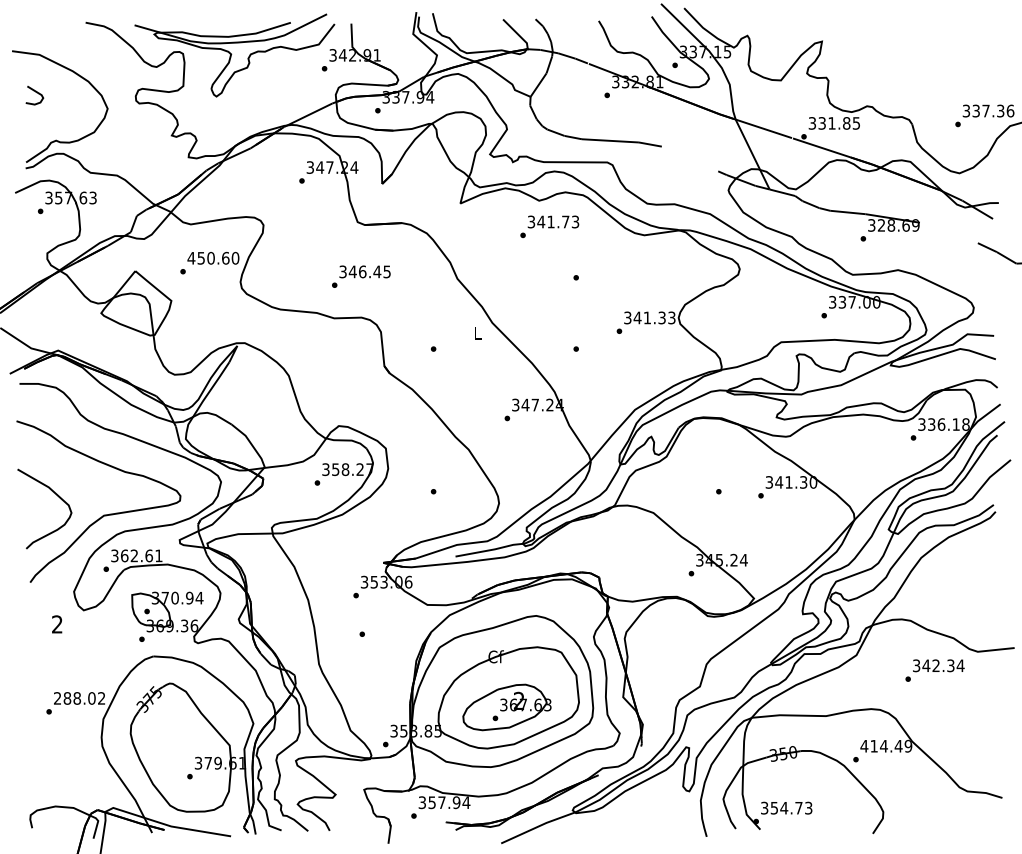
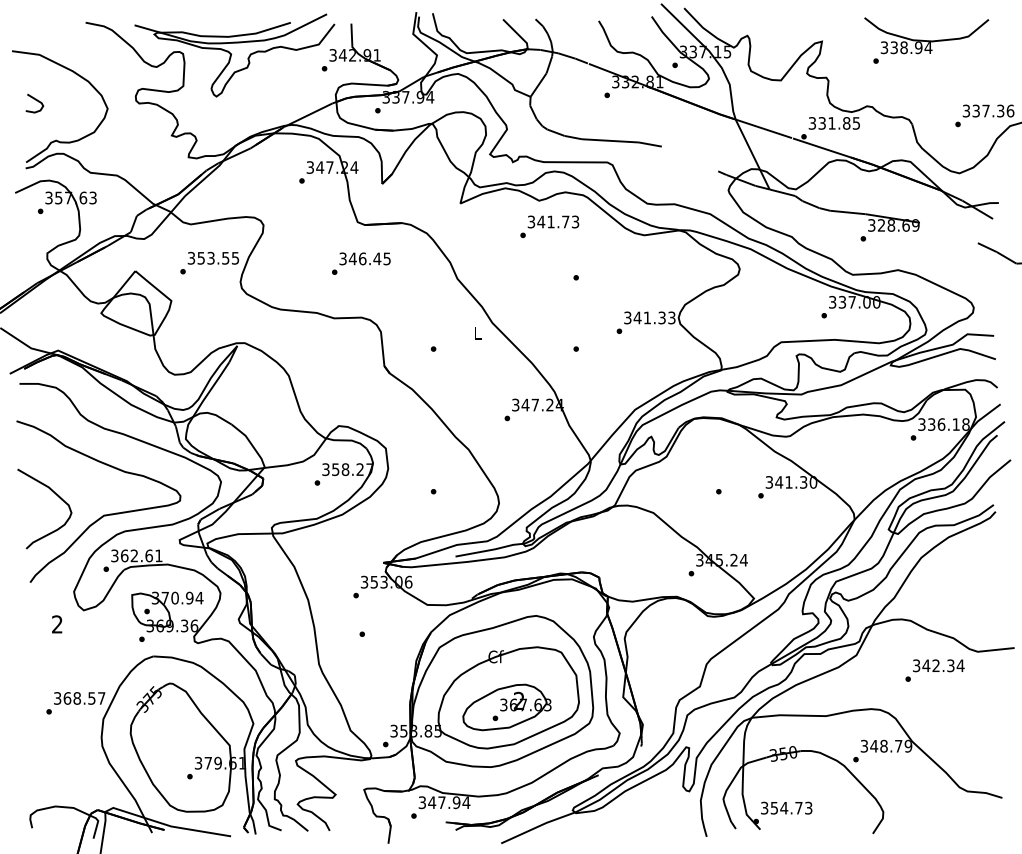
part at (926, 40): none -> present
curve at (36, 93) position: (36, 93) -> (36, 101)
text at (213, 257): 450.60 -> 353.55
text at (361, 276) position: (361, 276) -> (361, 263)
text at (79, 698): 288.02 -> 368.57
text at (881, 745): 414.49 -> 348.79
text at (432, 802): 357.94 -> 347.94
